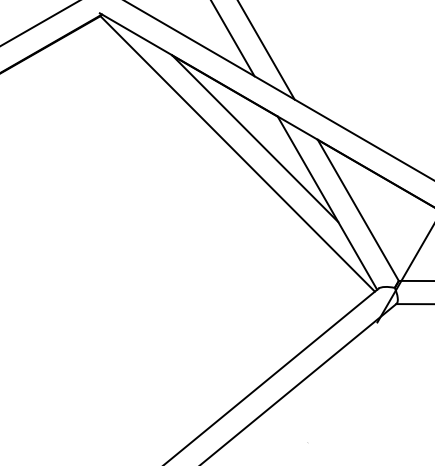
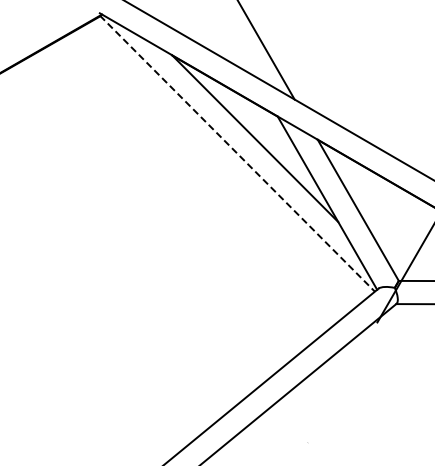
line at (39, 23): present -> none
line at (233, 39): present -> none
line at (237, 153): solid -> dashed
